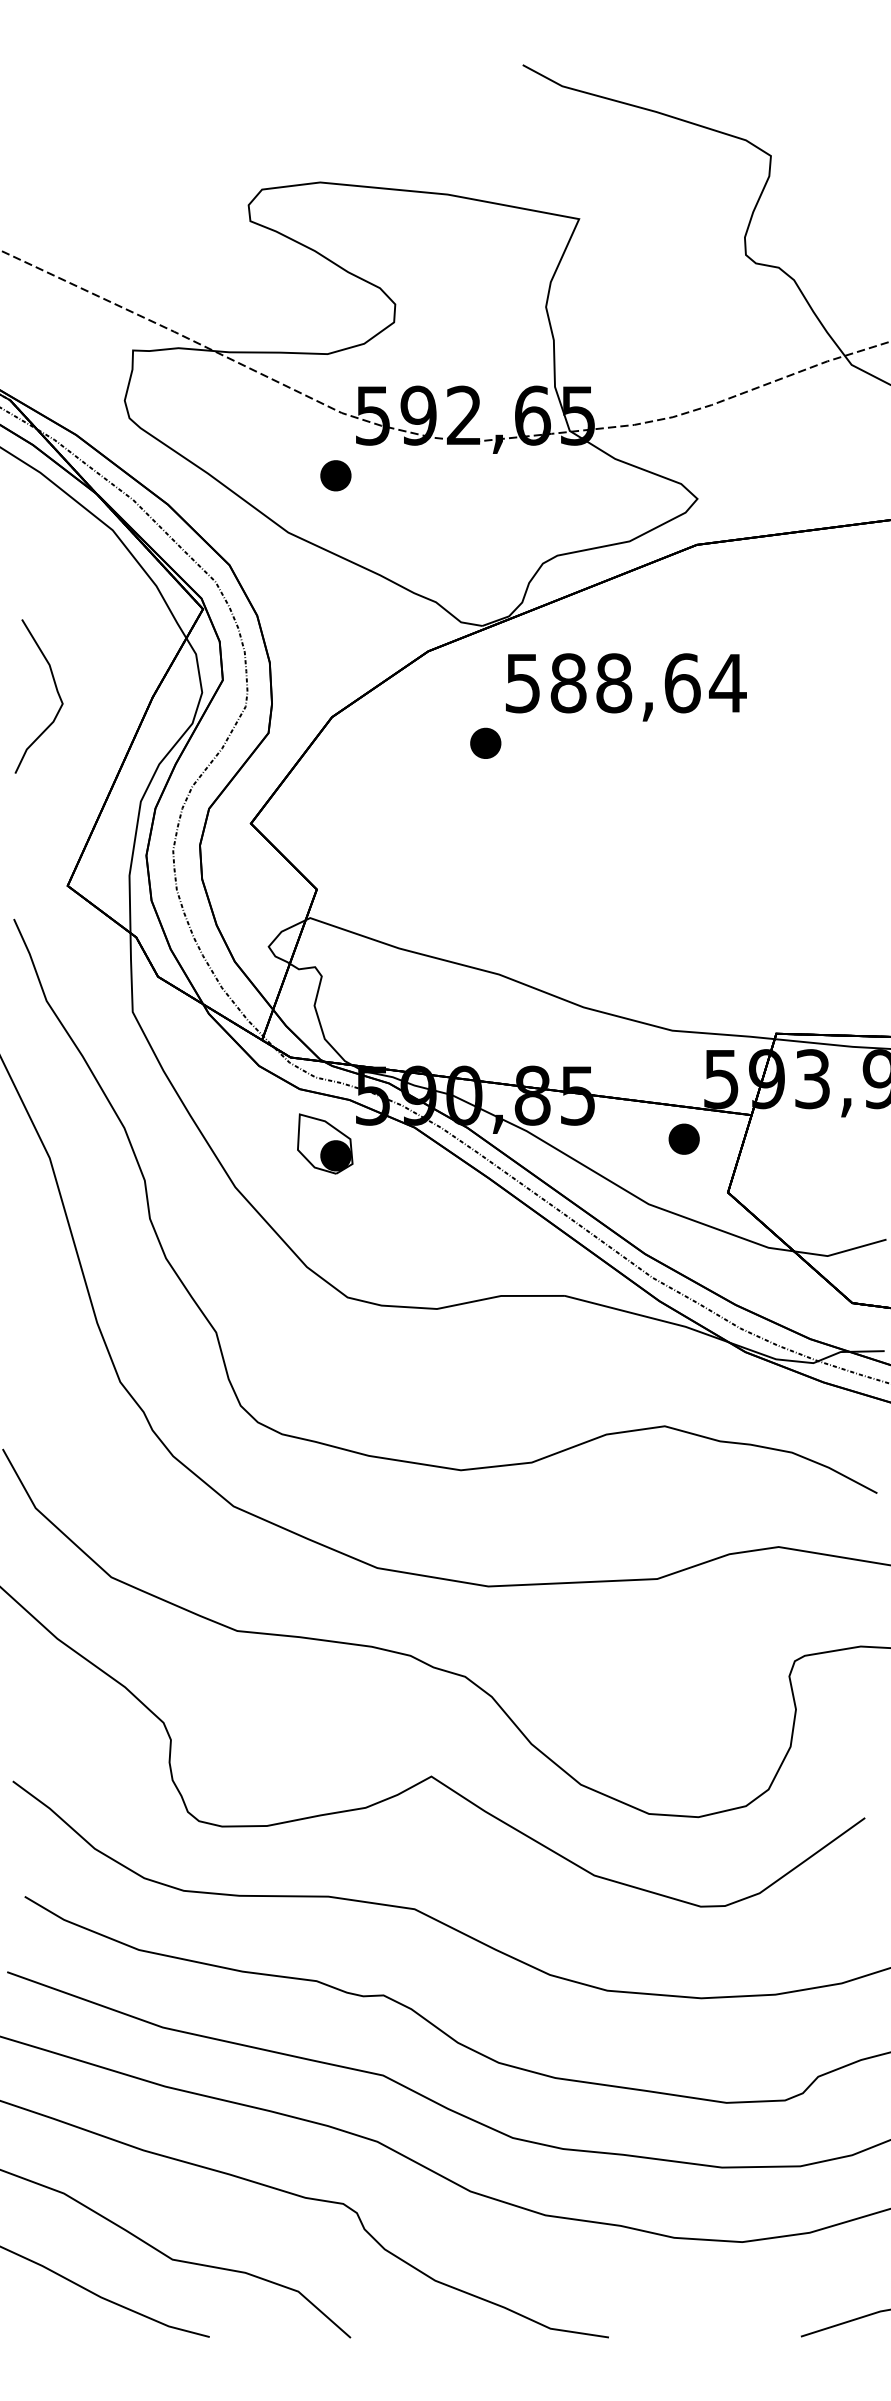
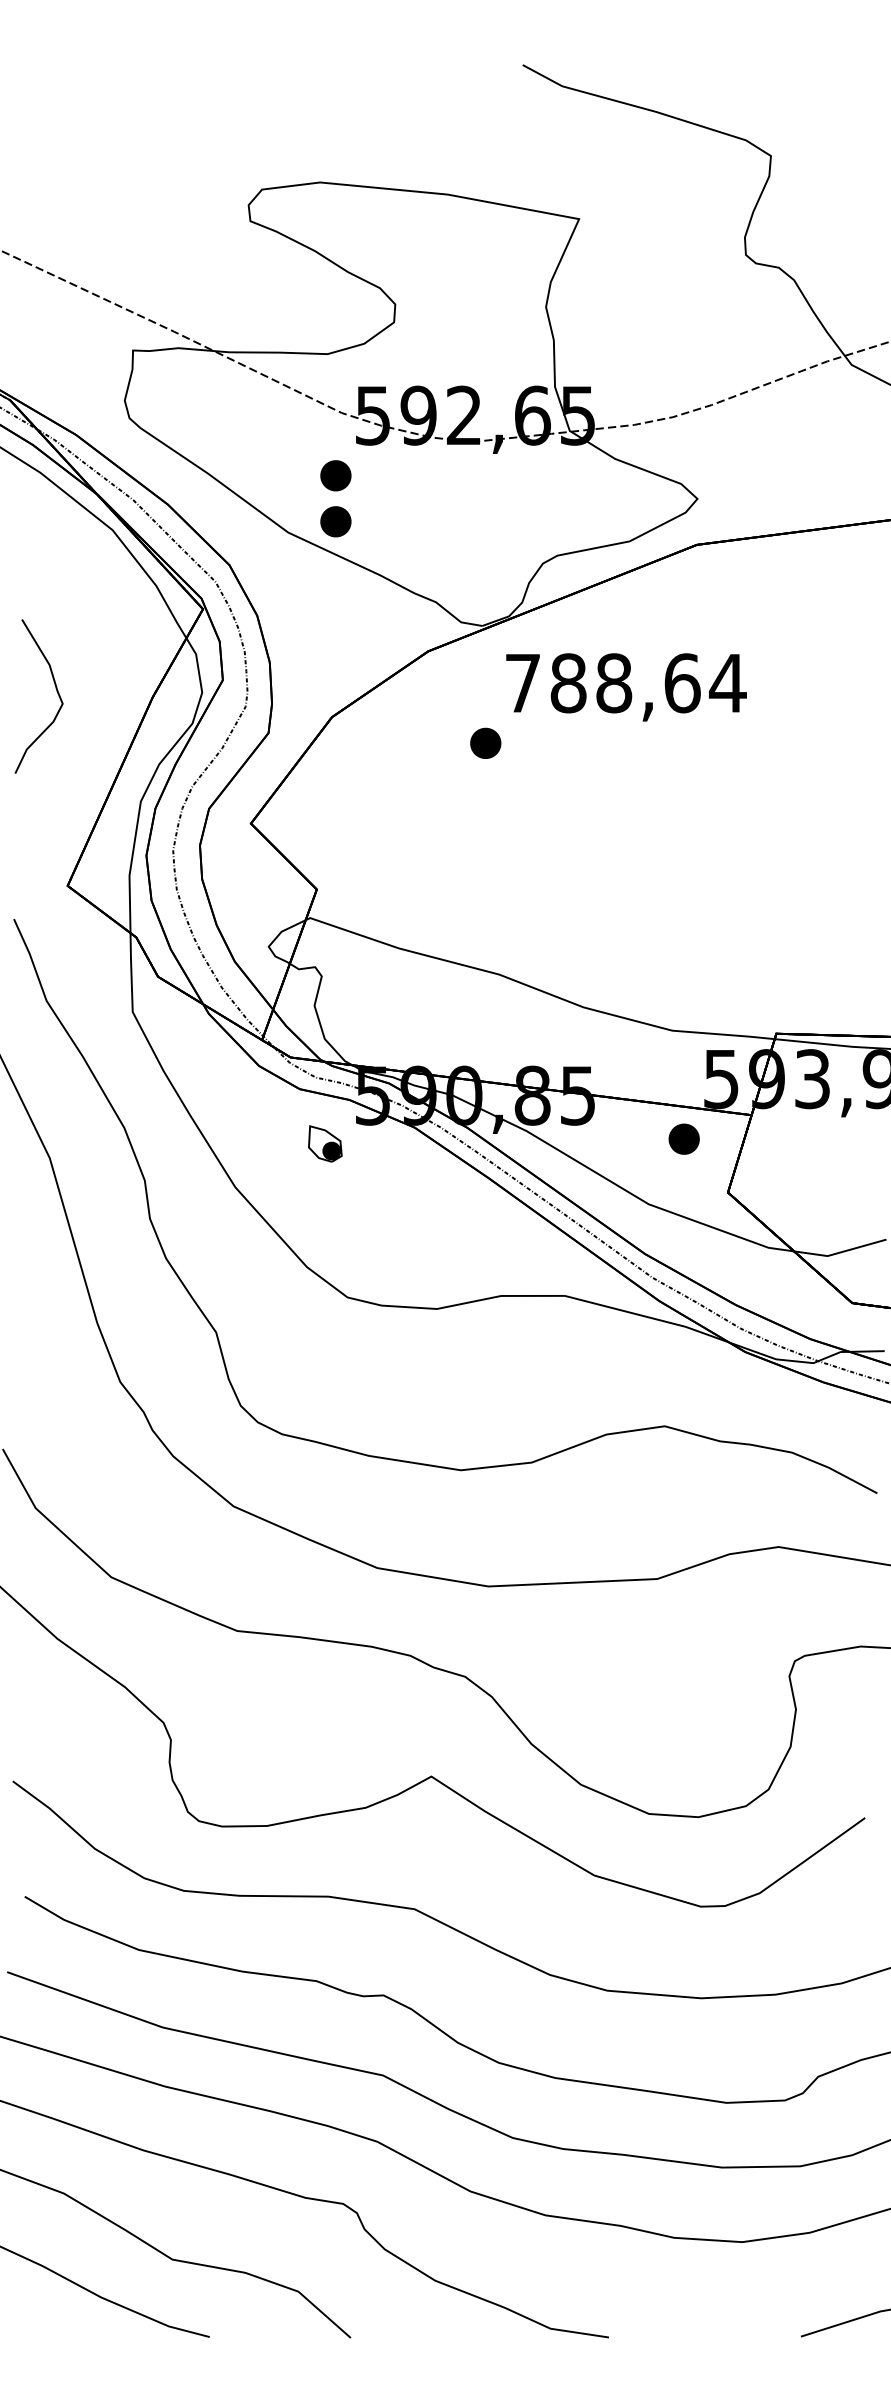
part at (335, 521): none -> present
text at (522, 683): 588,64 -> 788,64
part at (325, 1143) size: 57x62 px -> 35x38 px
